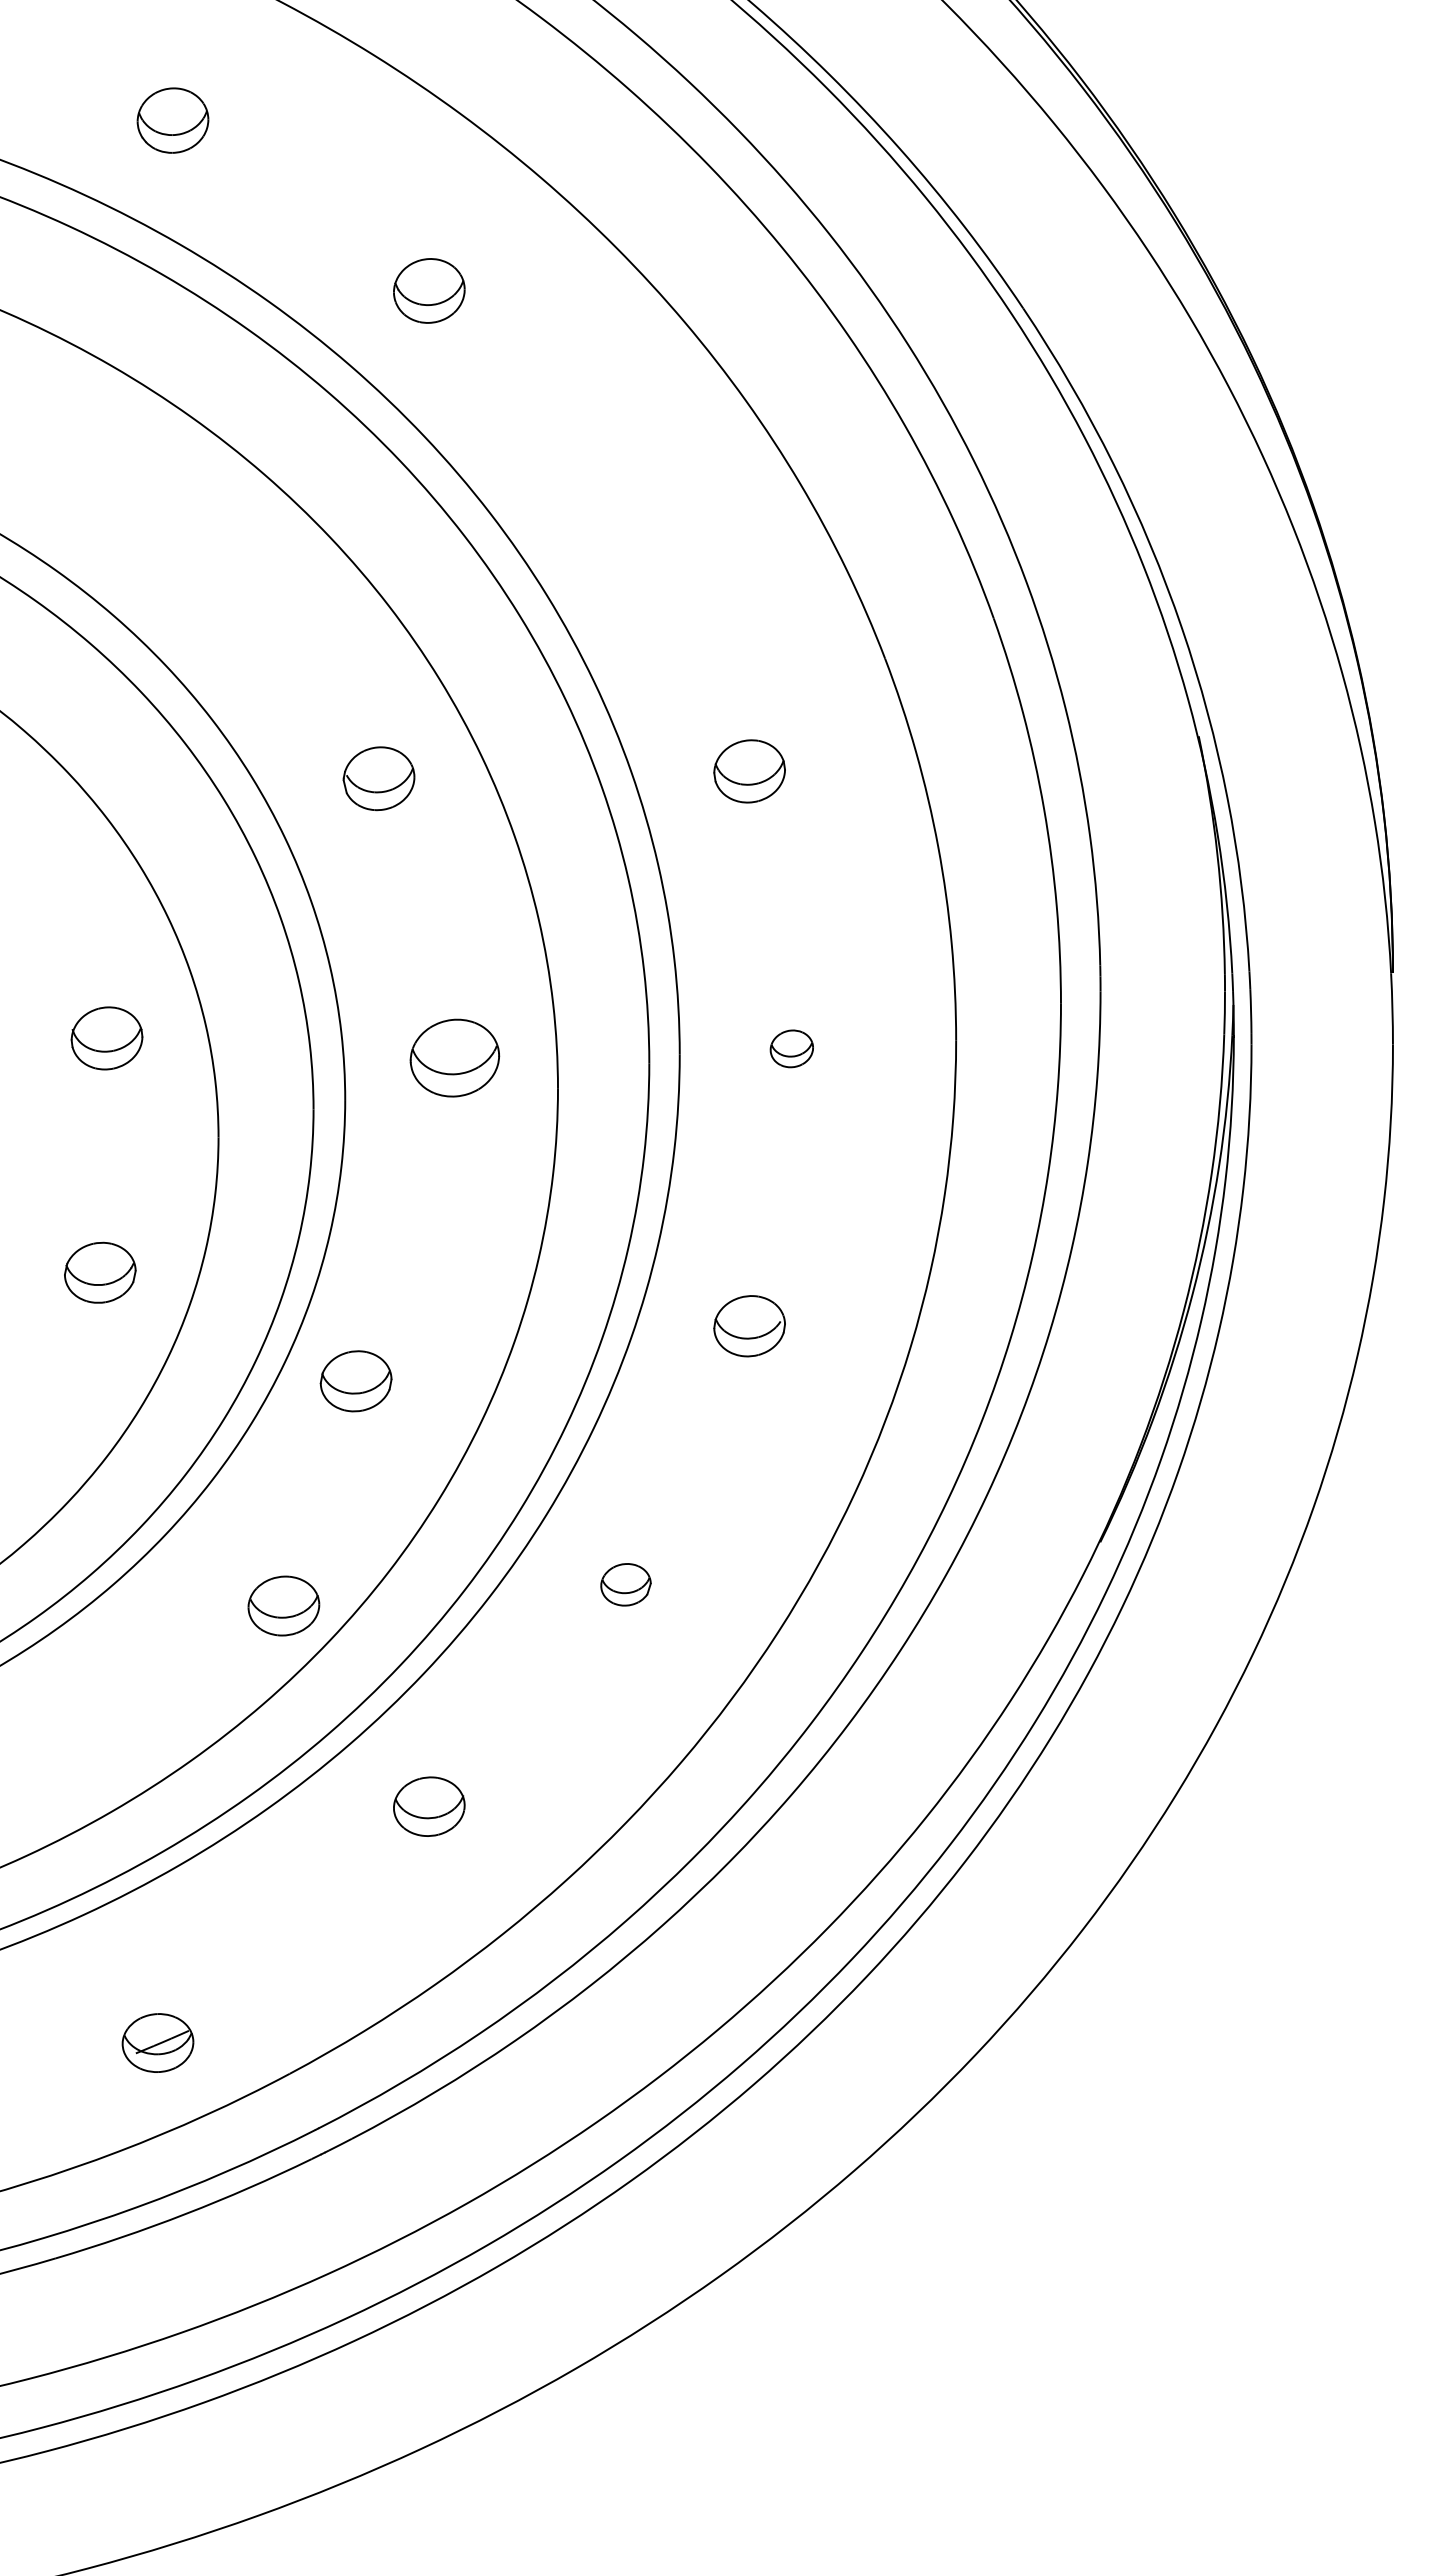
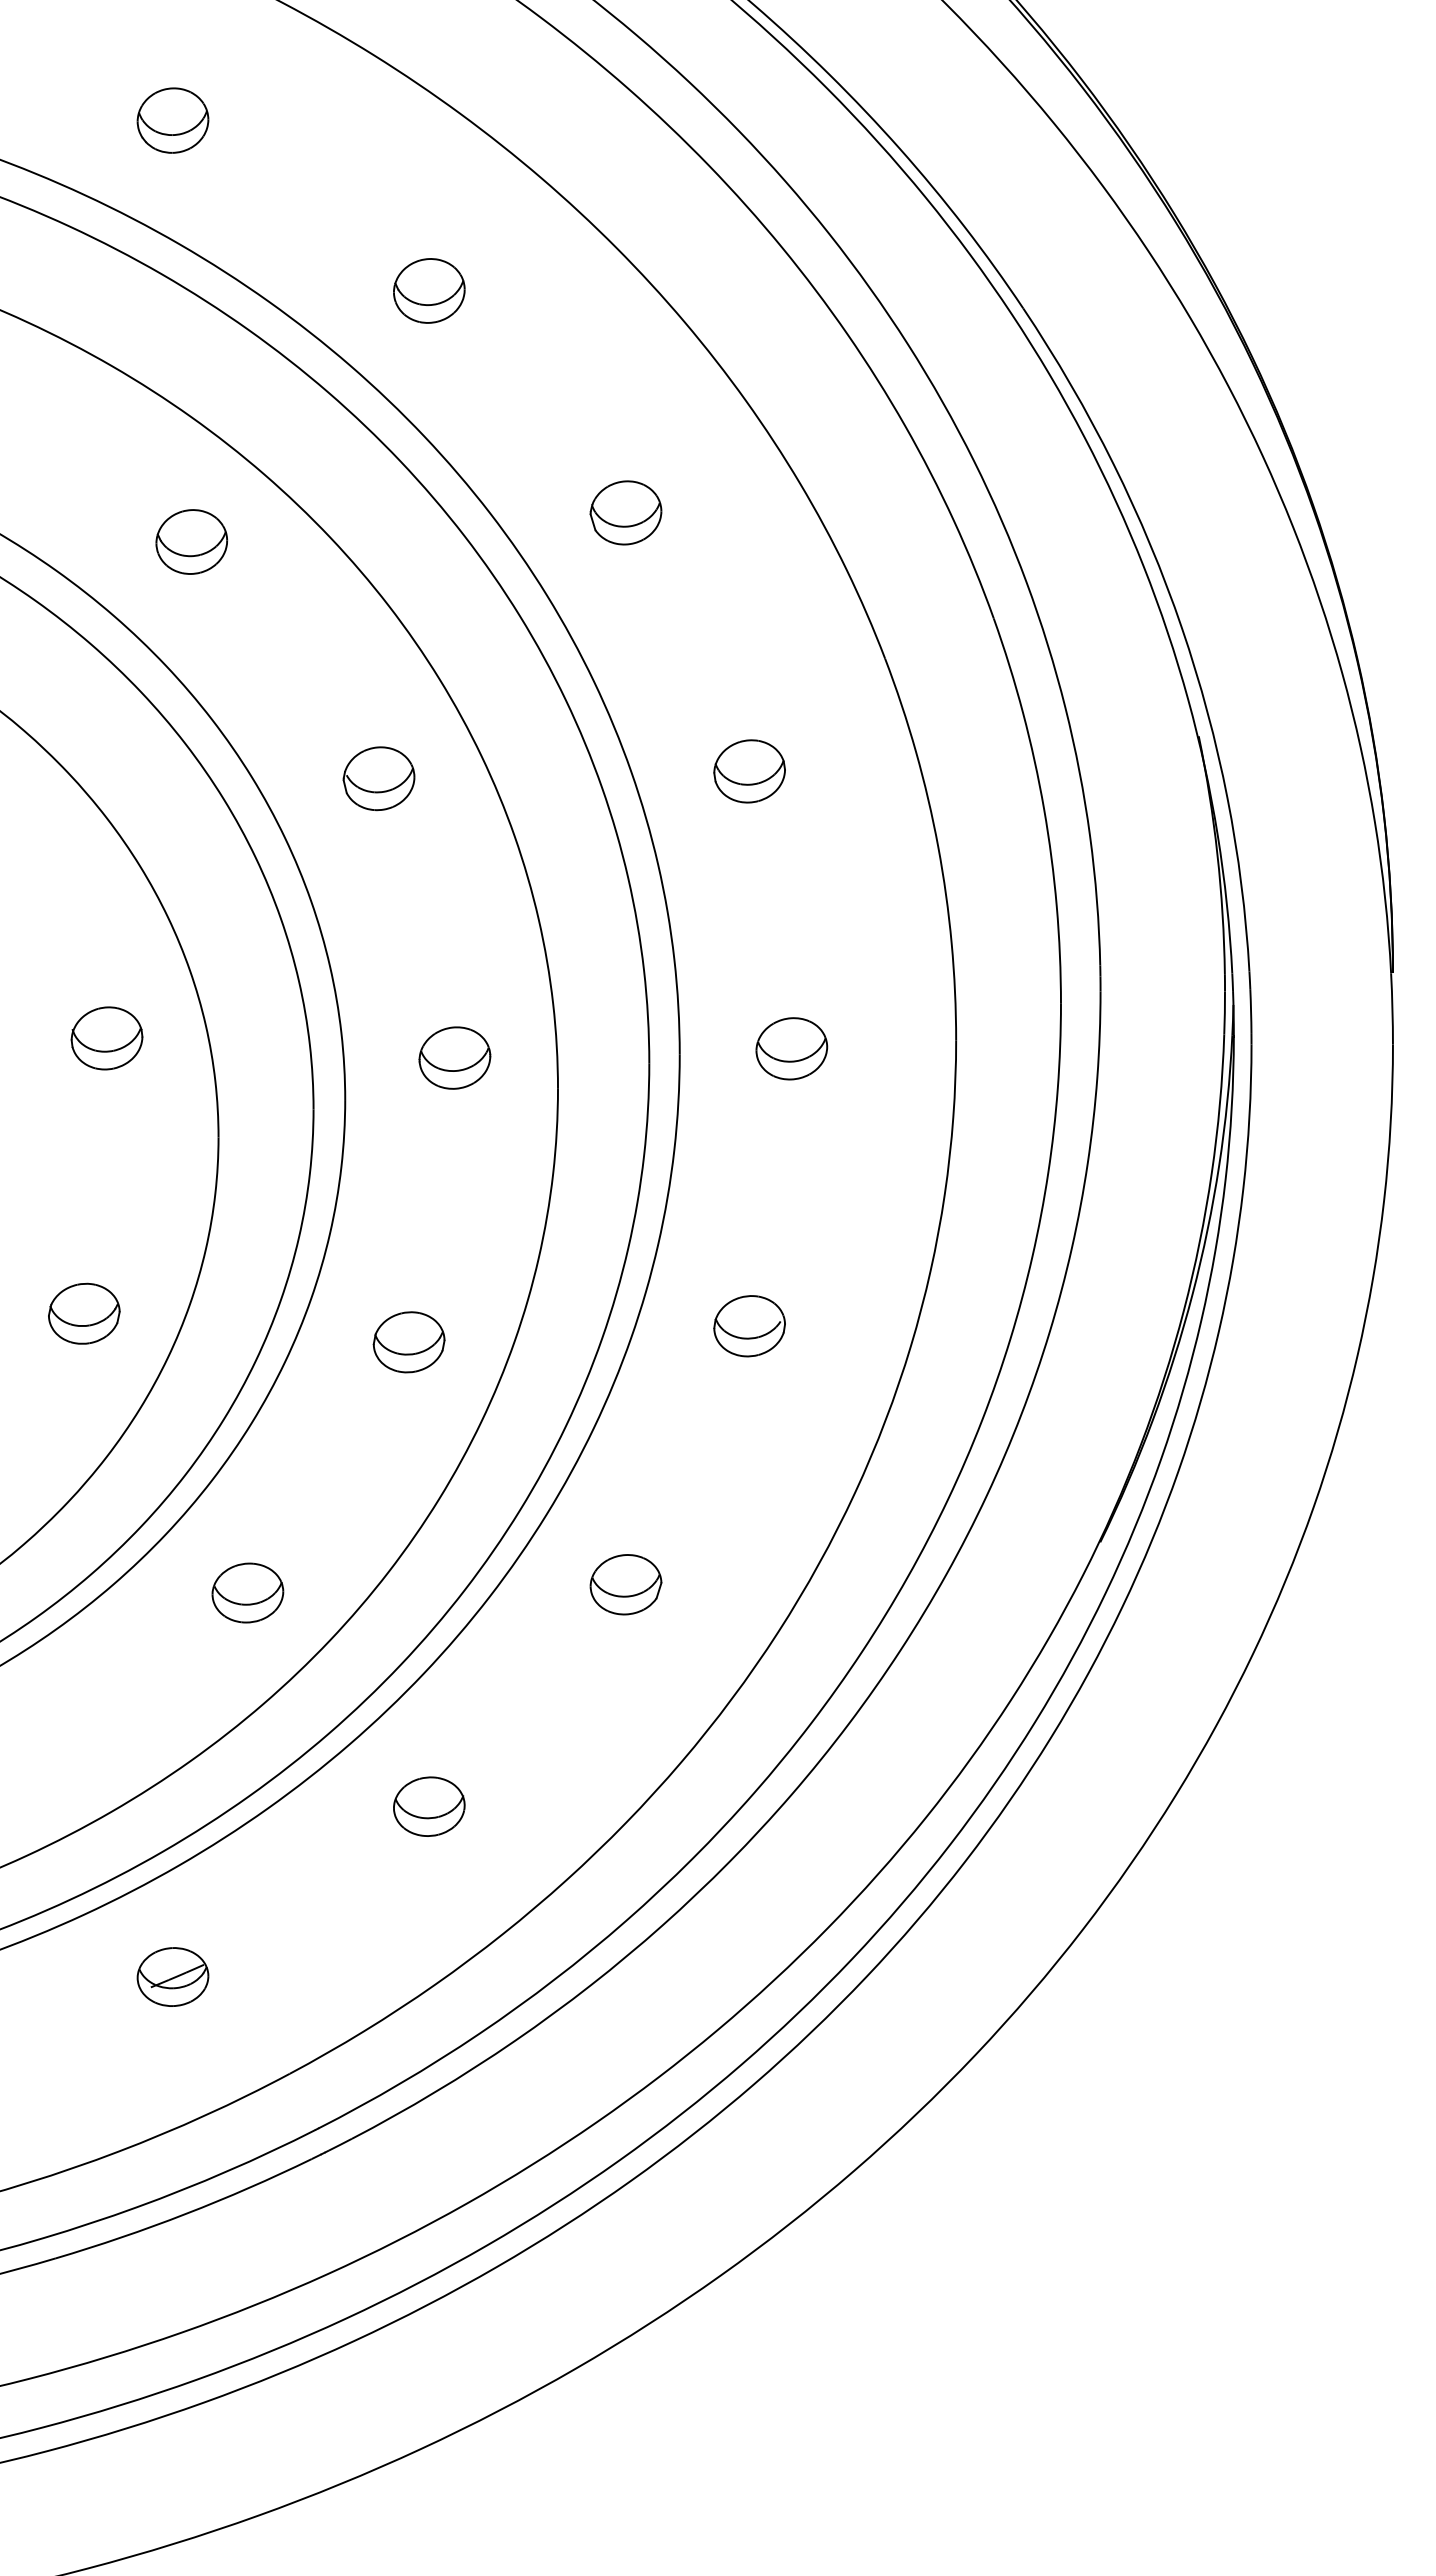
part at (625, 512): none -> present
part at (191, 541): none -> present
part at (791, 1048) size: 45x40 px -> 74x64 px
part at (454, 1057) size: 92x80 px -> 74x64 px
part at (100, 1272) position: (100, 1272) -> (84, 1313)
part at (355, 1381) position: (355, 1381) -> (408, 1342)
part at (625, 1584) size: 52x44 px -> 74x62 px
part at (283, 1605) position: (283, 1605) -> (247, 1592)
part at (157, 2042) position: (157, 2042) -> (172, 1976)
